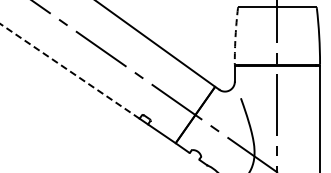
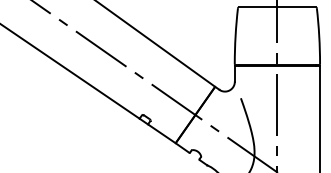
arc at (235, 36): dashed -> solid
line at (69, 71): dashed -> solid
